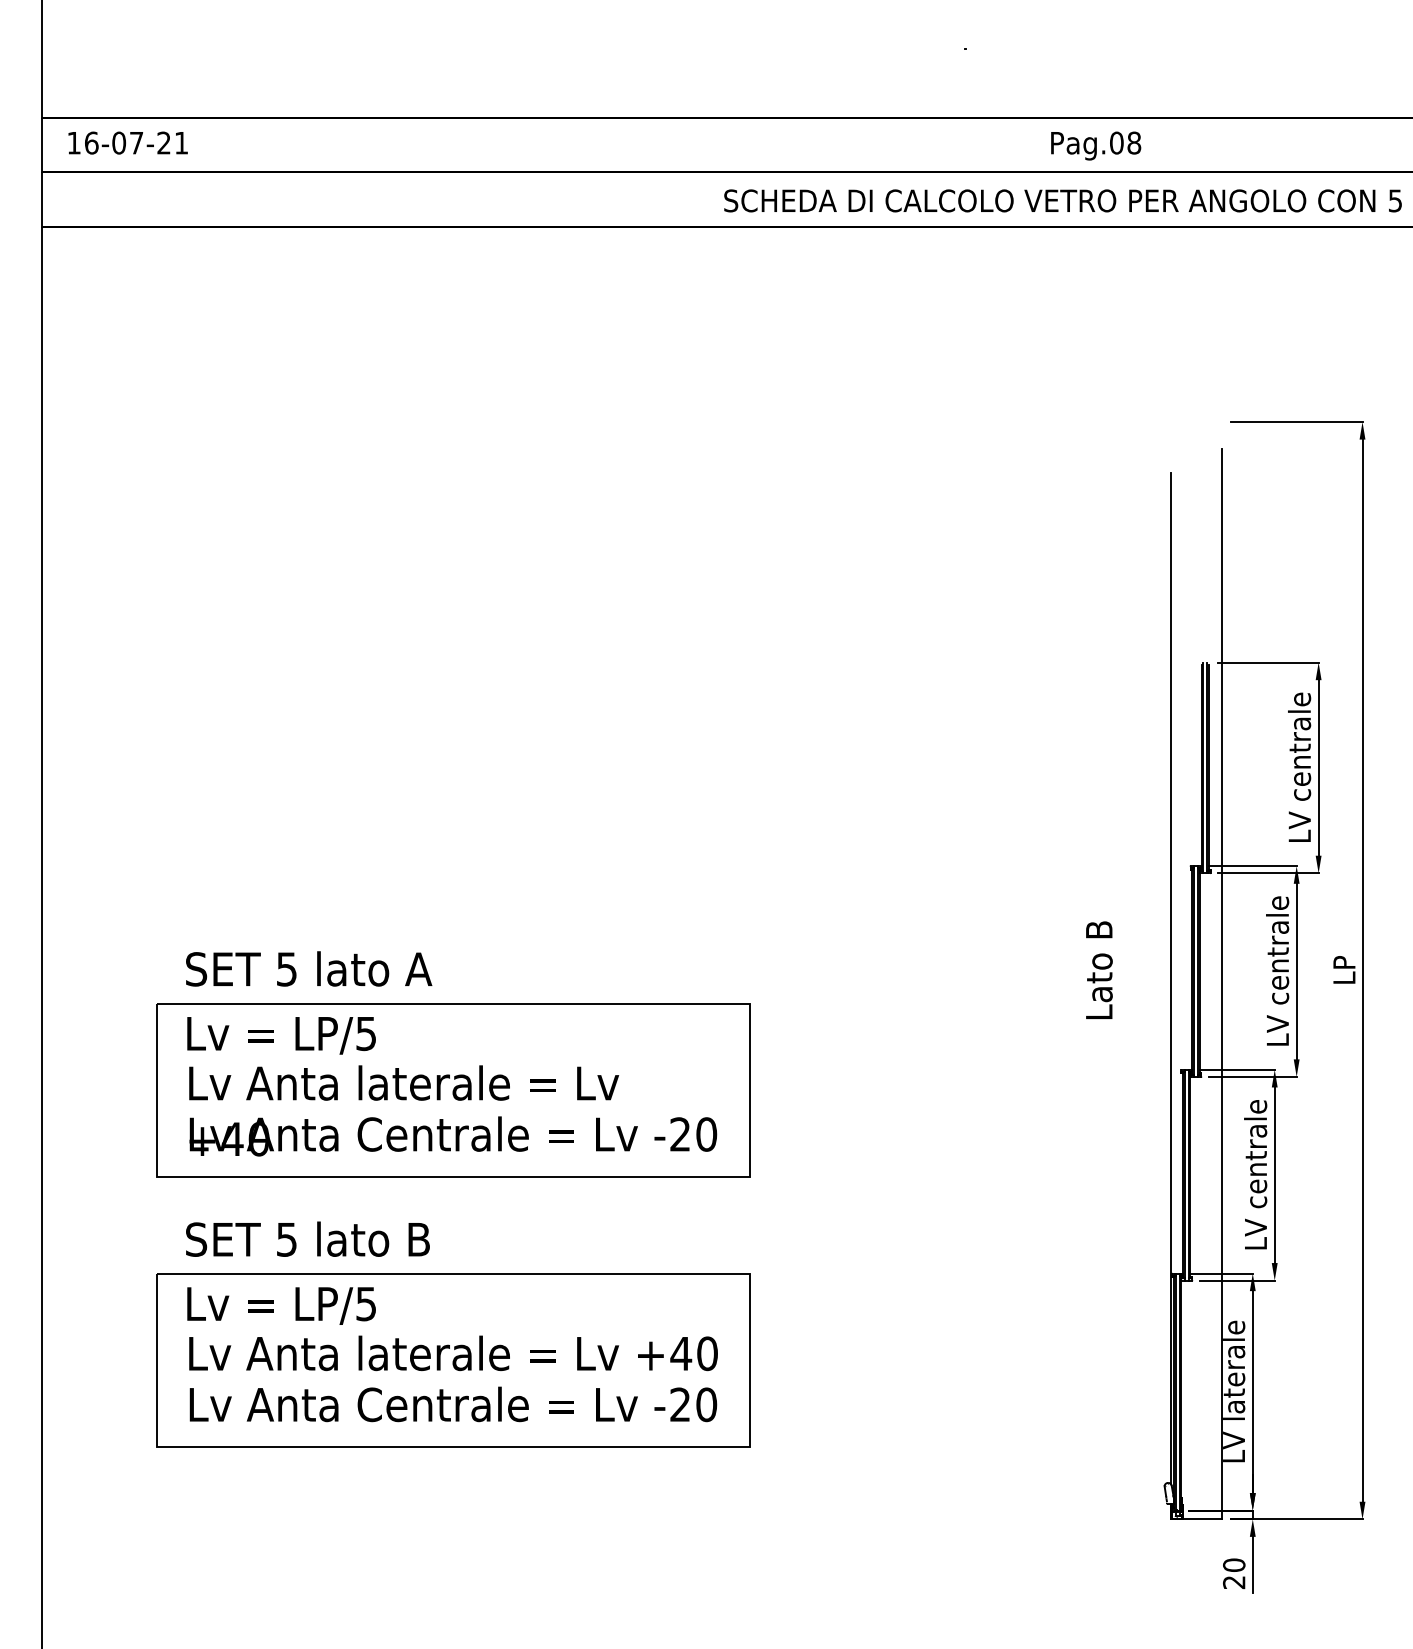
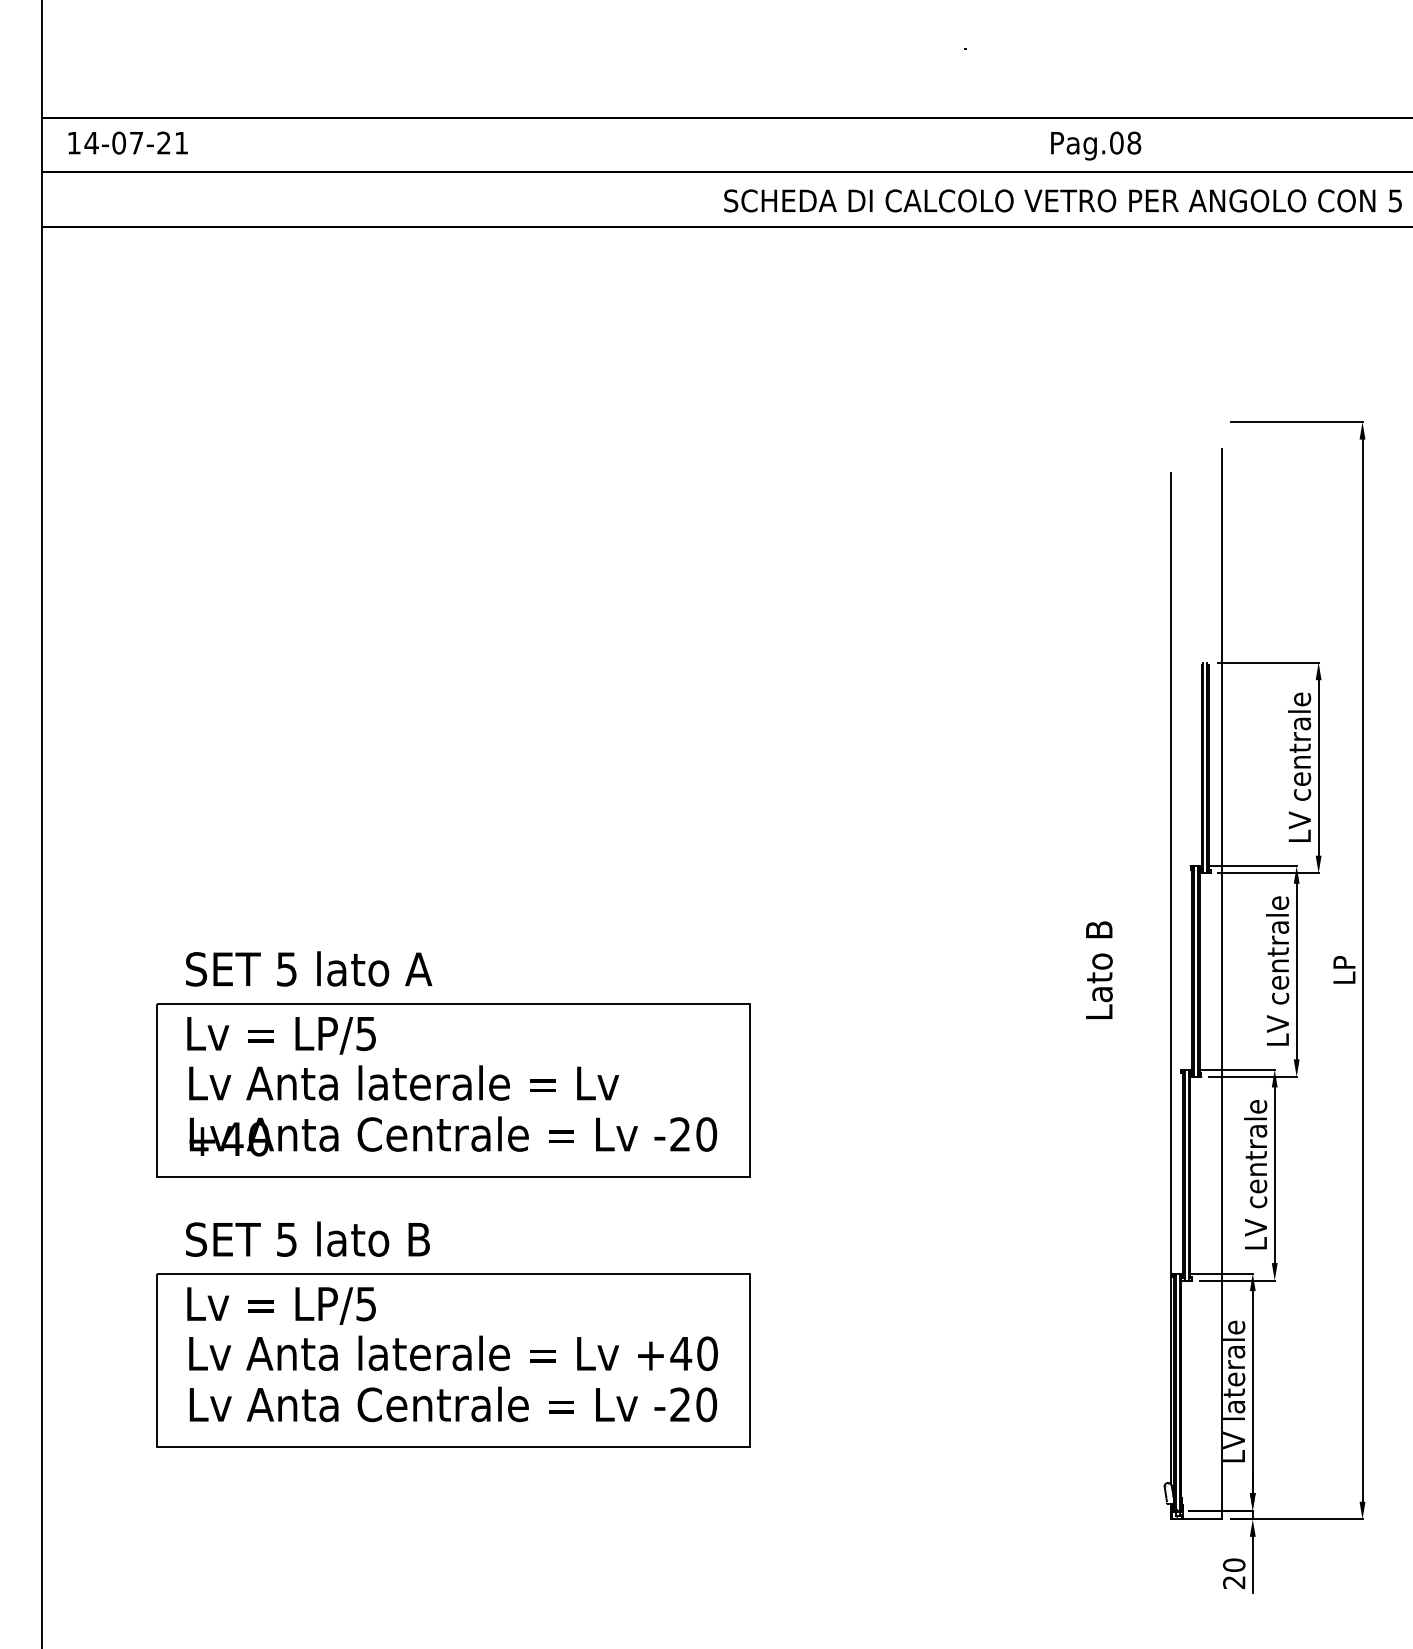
text at (91, 142): 16-07-21 -> 14-07-21
